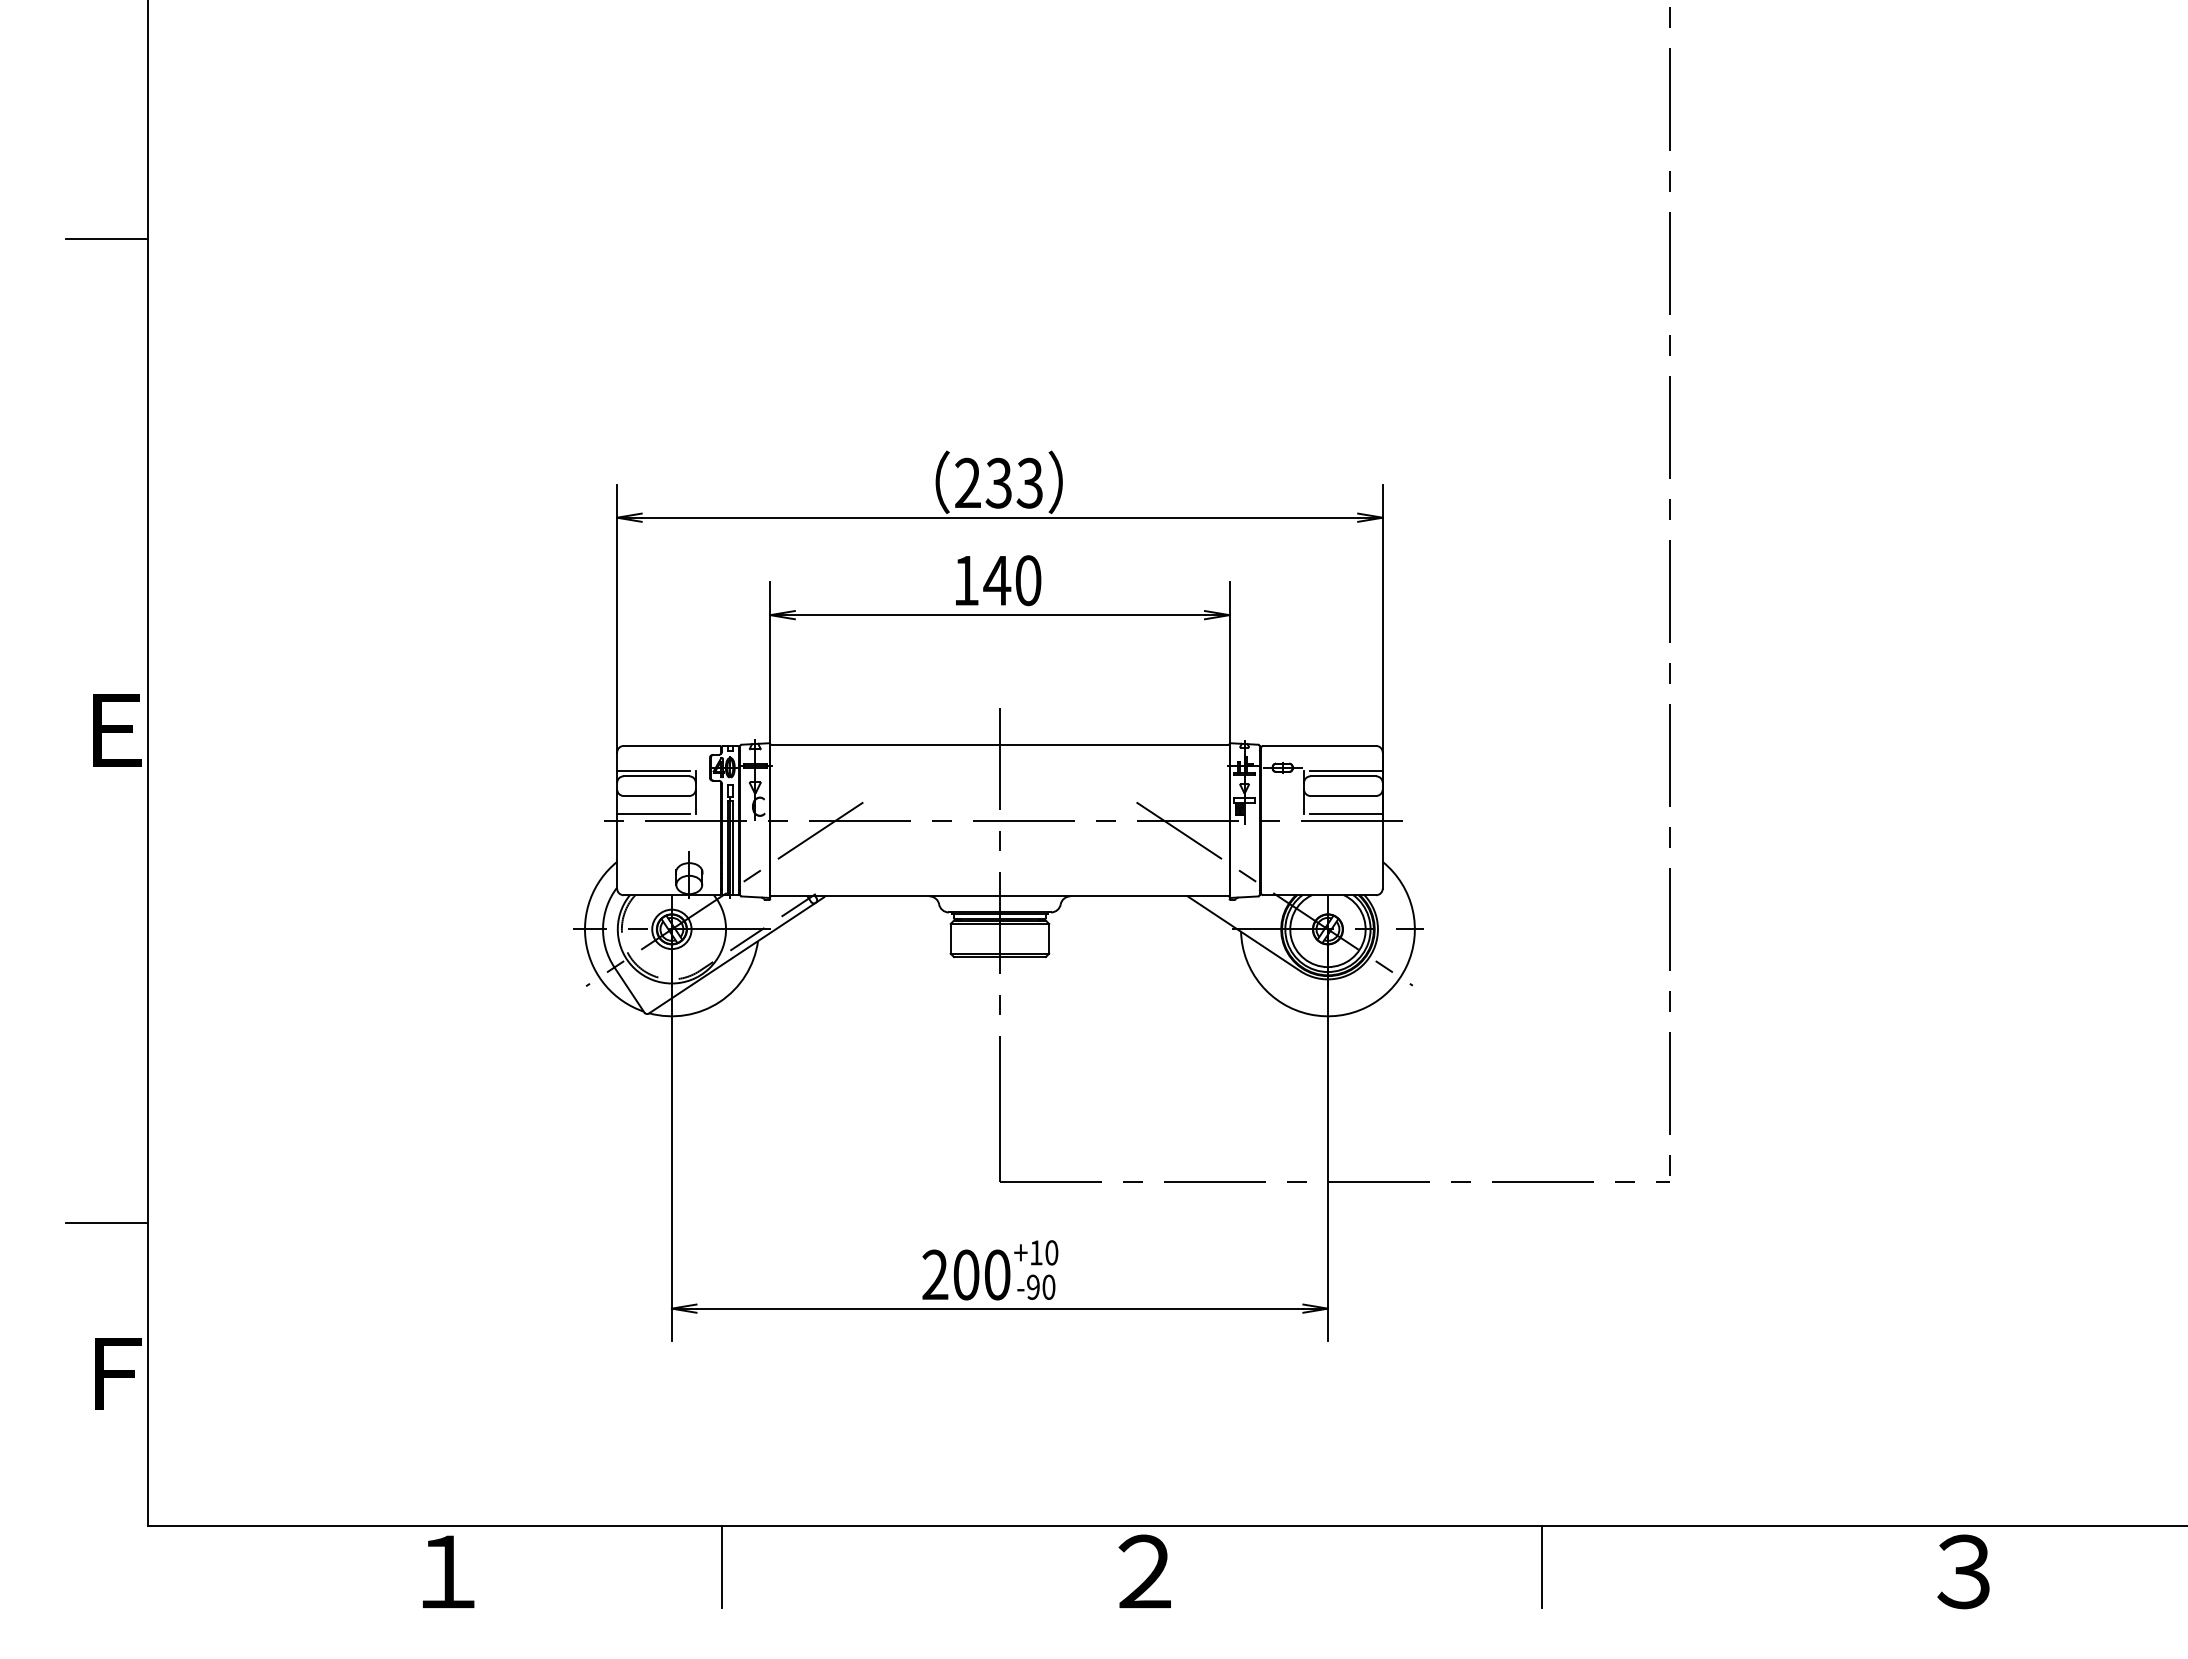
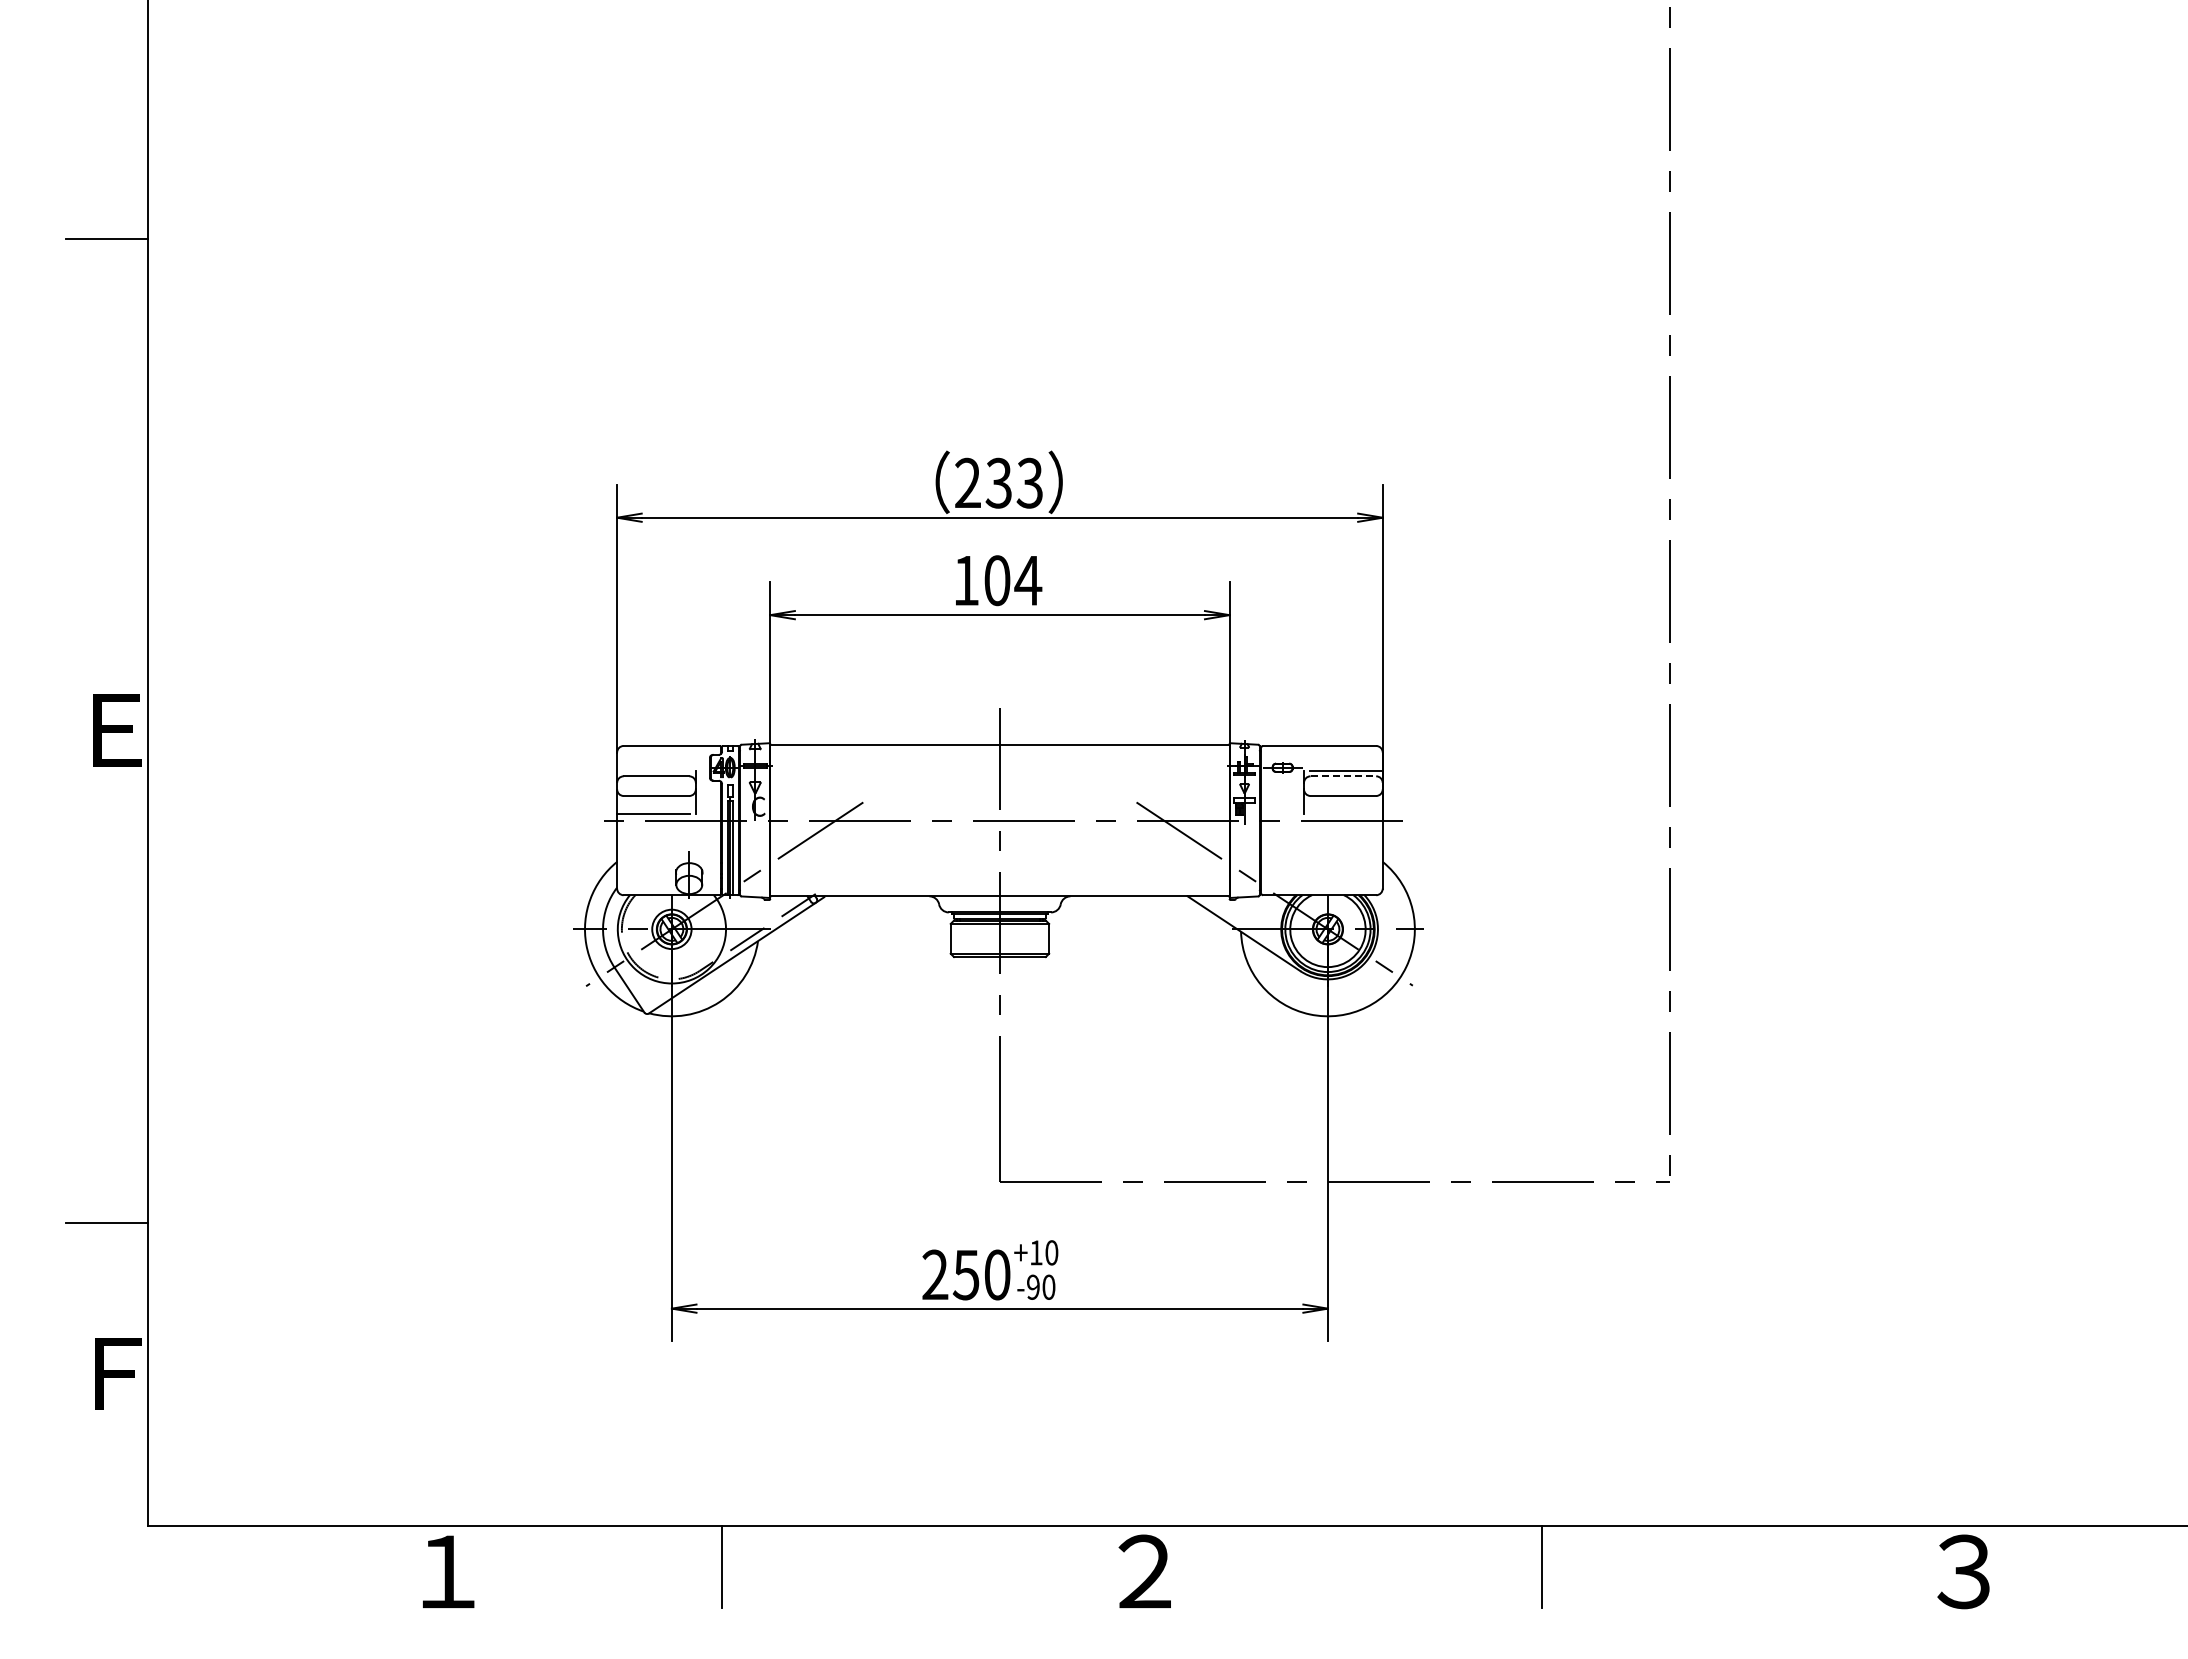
text at (1012, 580): 140 -> 104
line at (653, 770): present -> none
line at (1343, 776): solid -> dashed
line at (1346, 813): present -> none
text at (965, 1274): 200 -> 250
